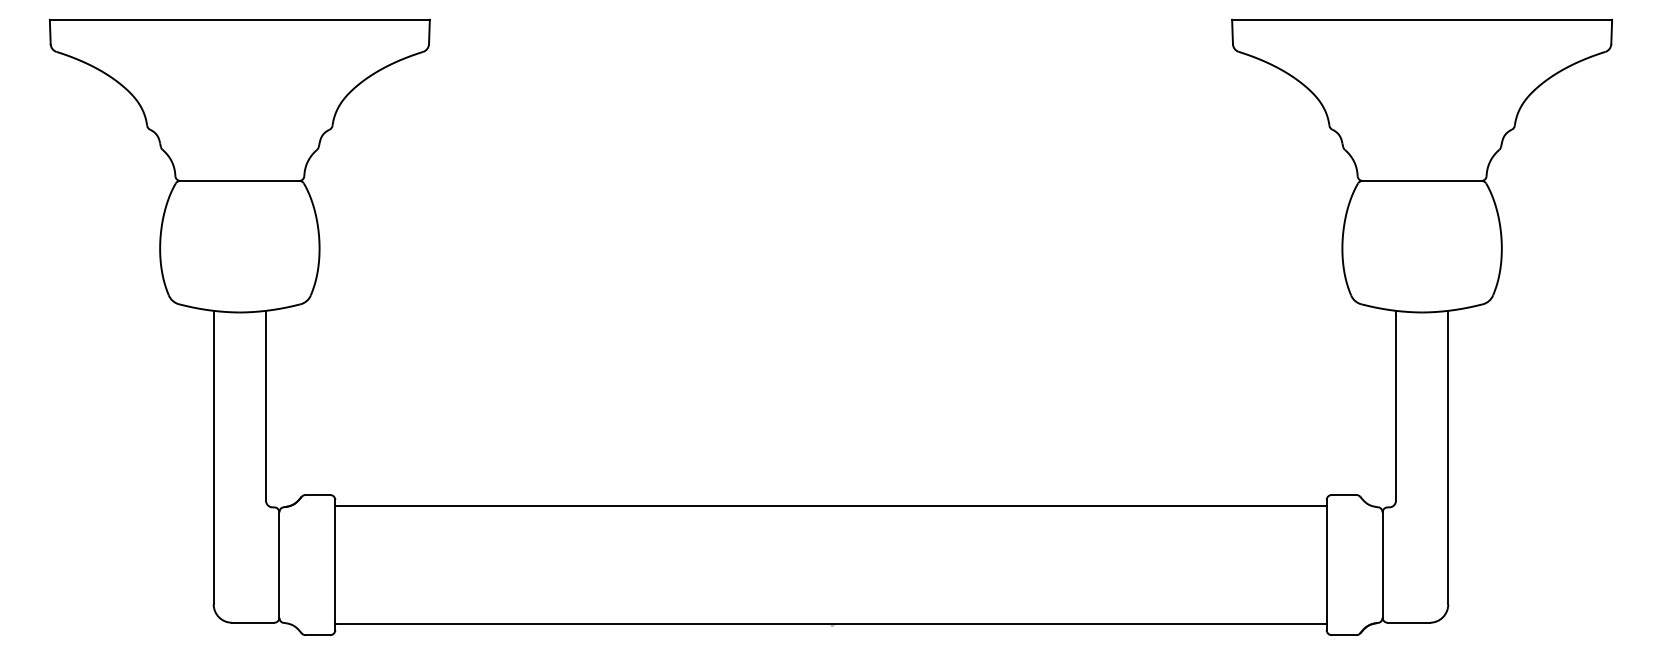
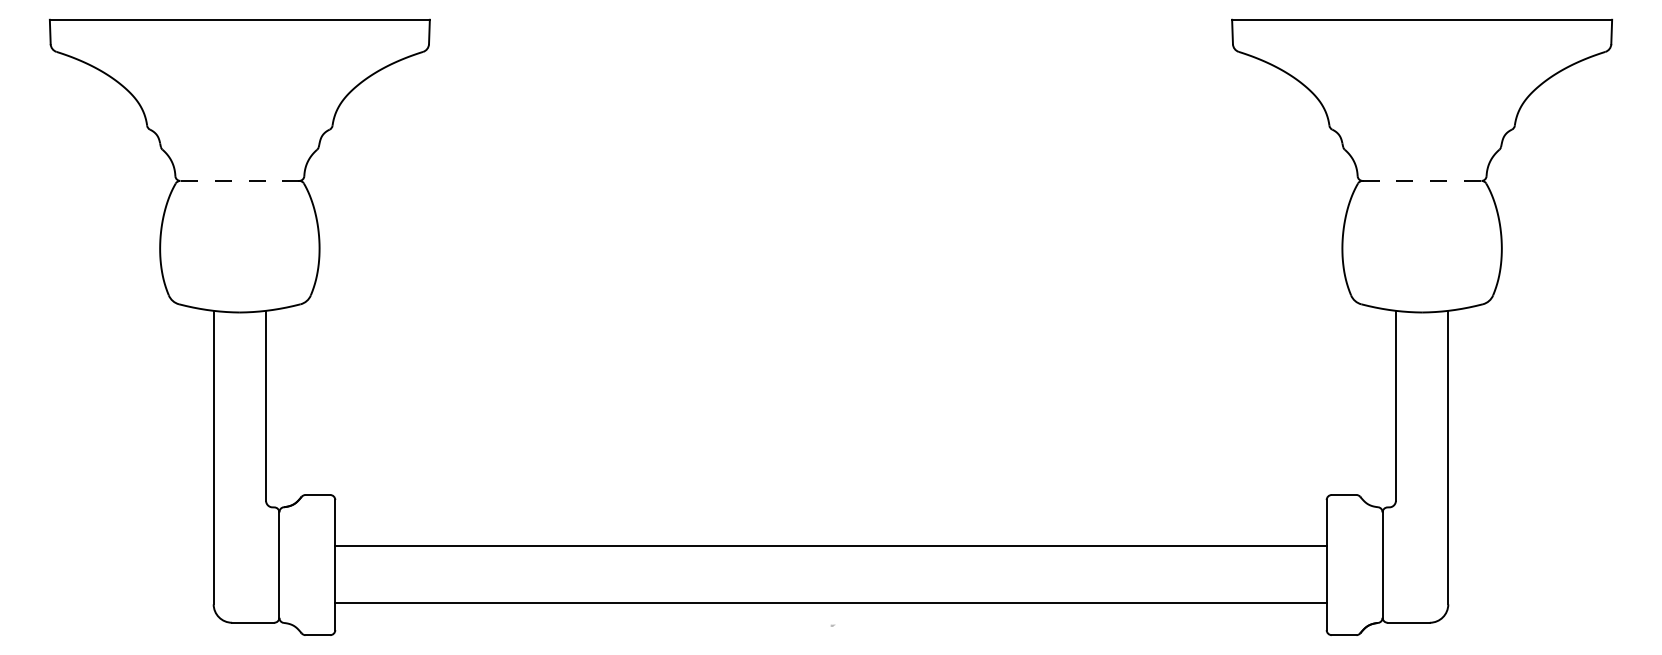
line at (239, 180): solid -> dashed
line at (1422, 180): solid -> dashed
line at (830, 506) position: (830, 506) -> (830, 546)
line at (830, 624) position: (830, 624) -> (830, 603)
